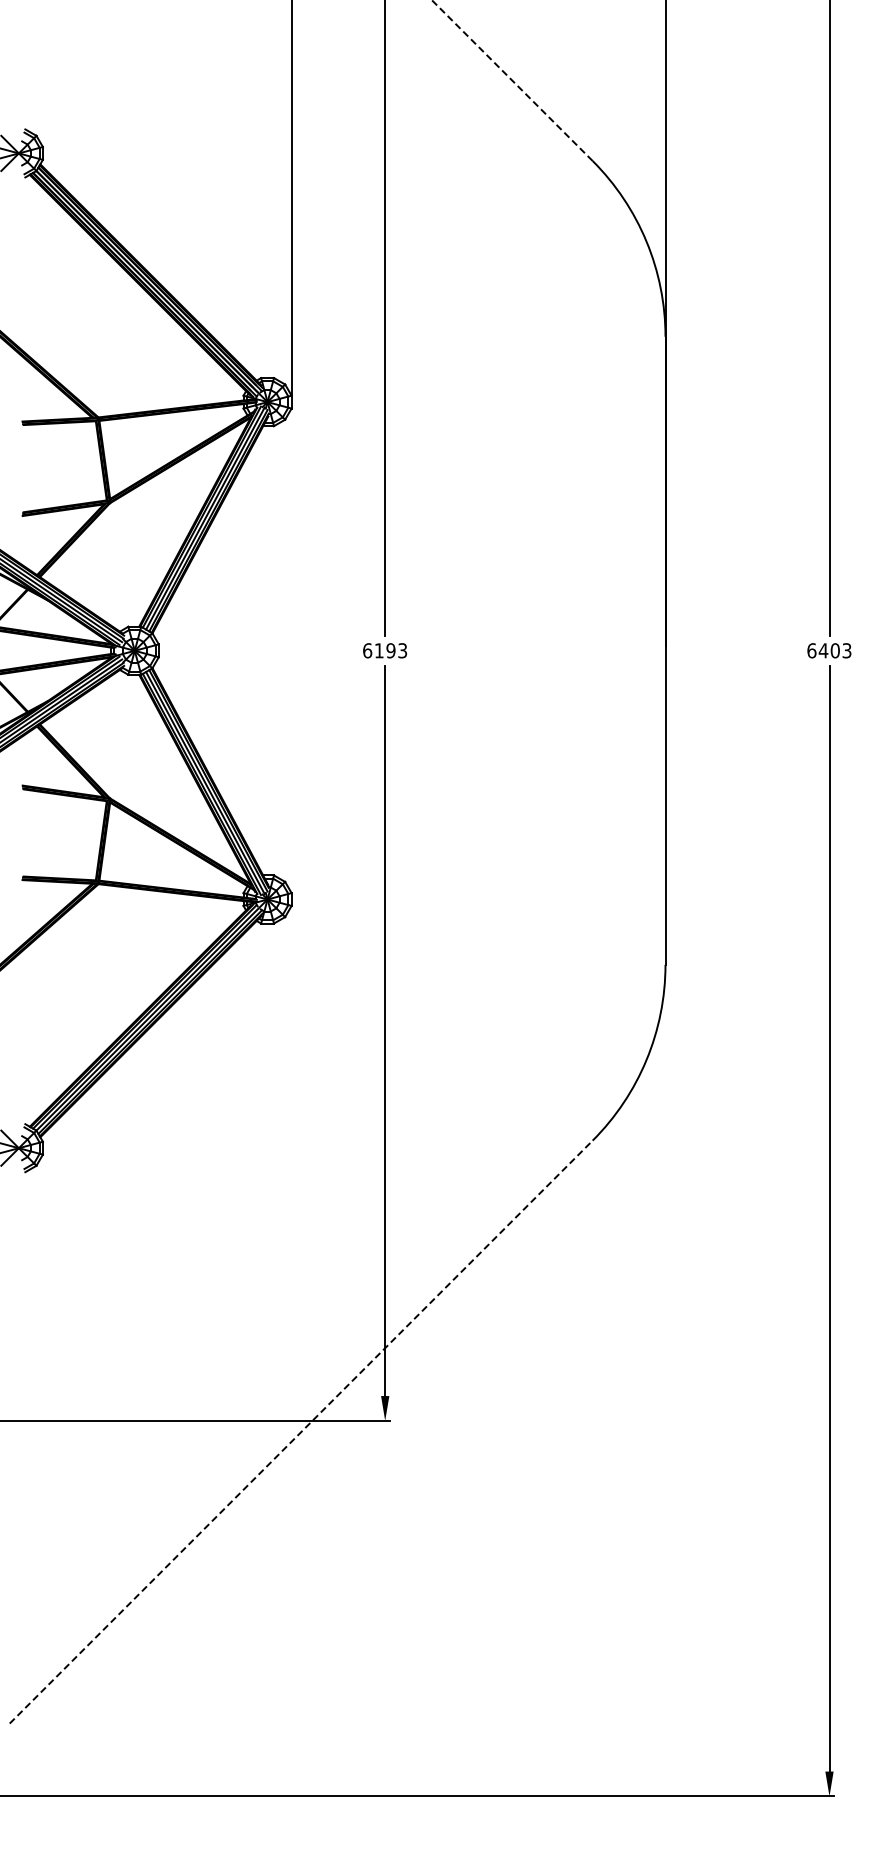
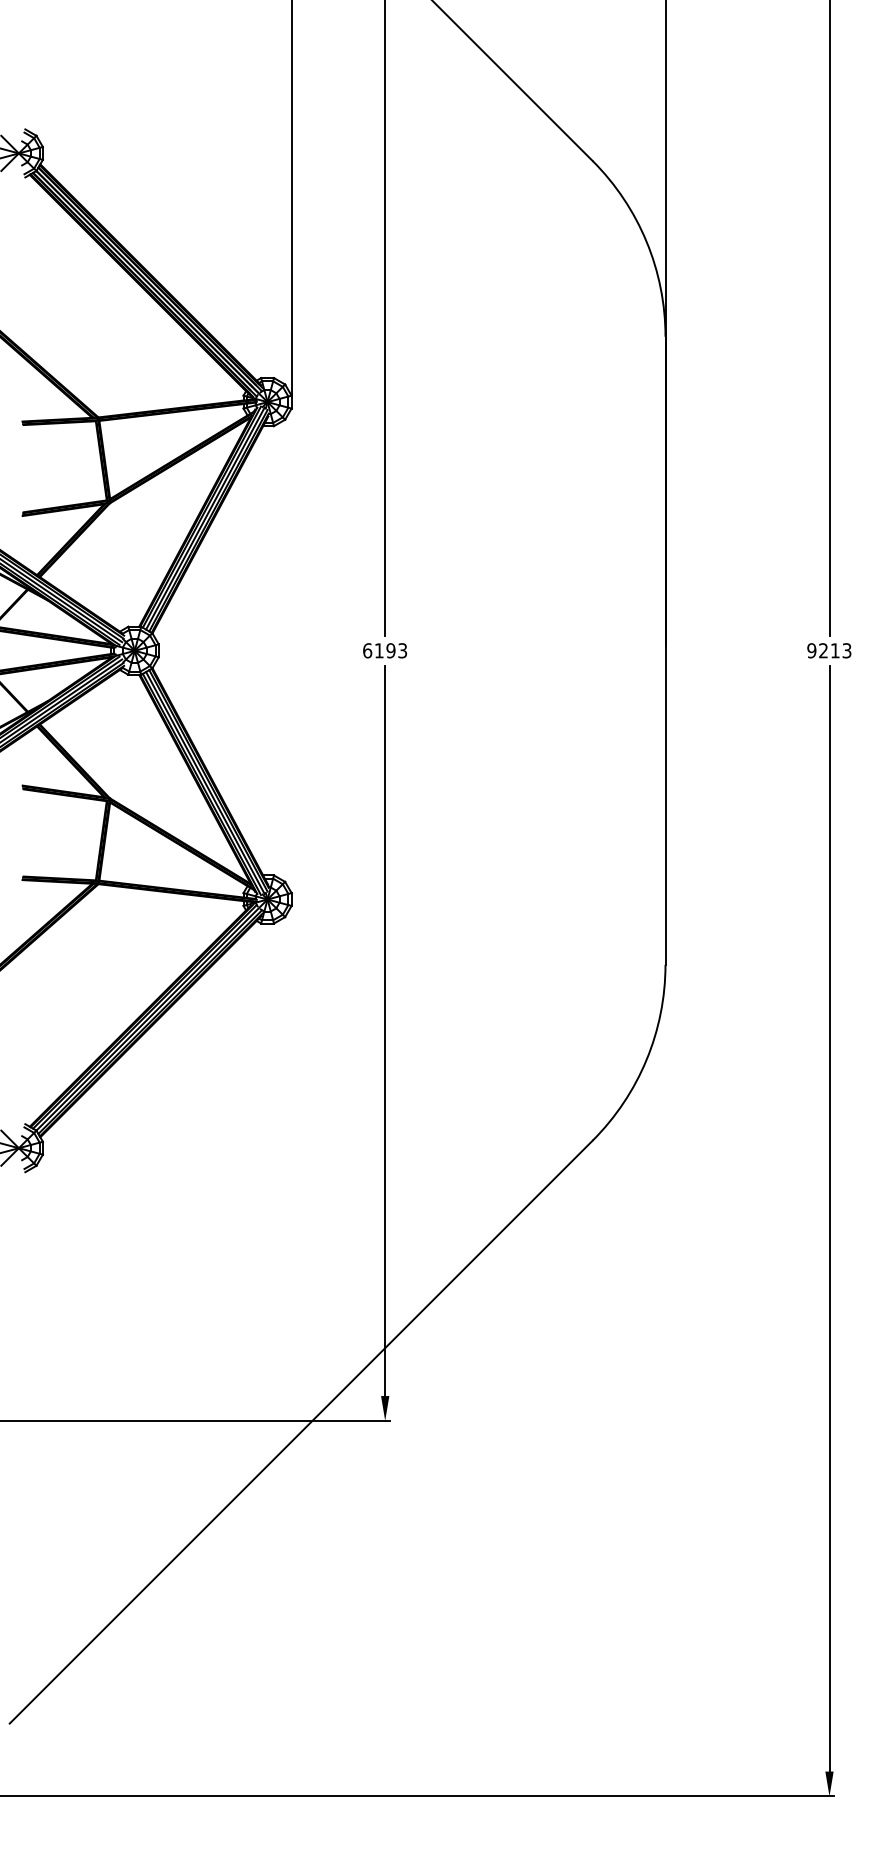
line at (512, 80): dashed -> solid
text at (823, 650): 6403 -> 9213
line at (301, 1431): dashed -> solid
